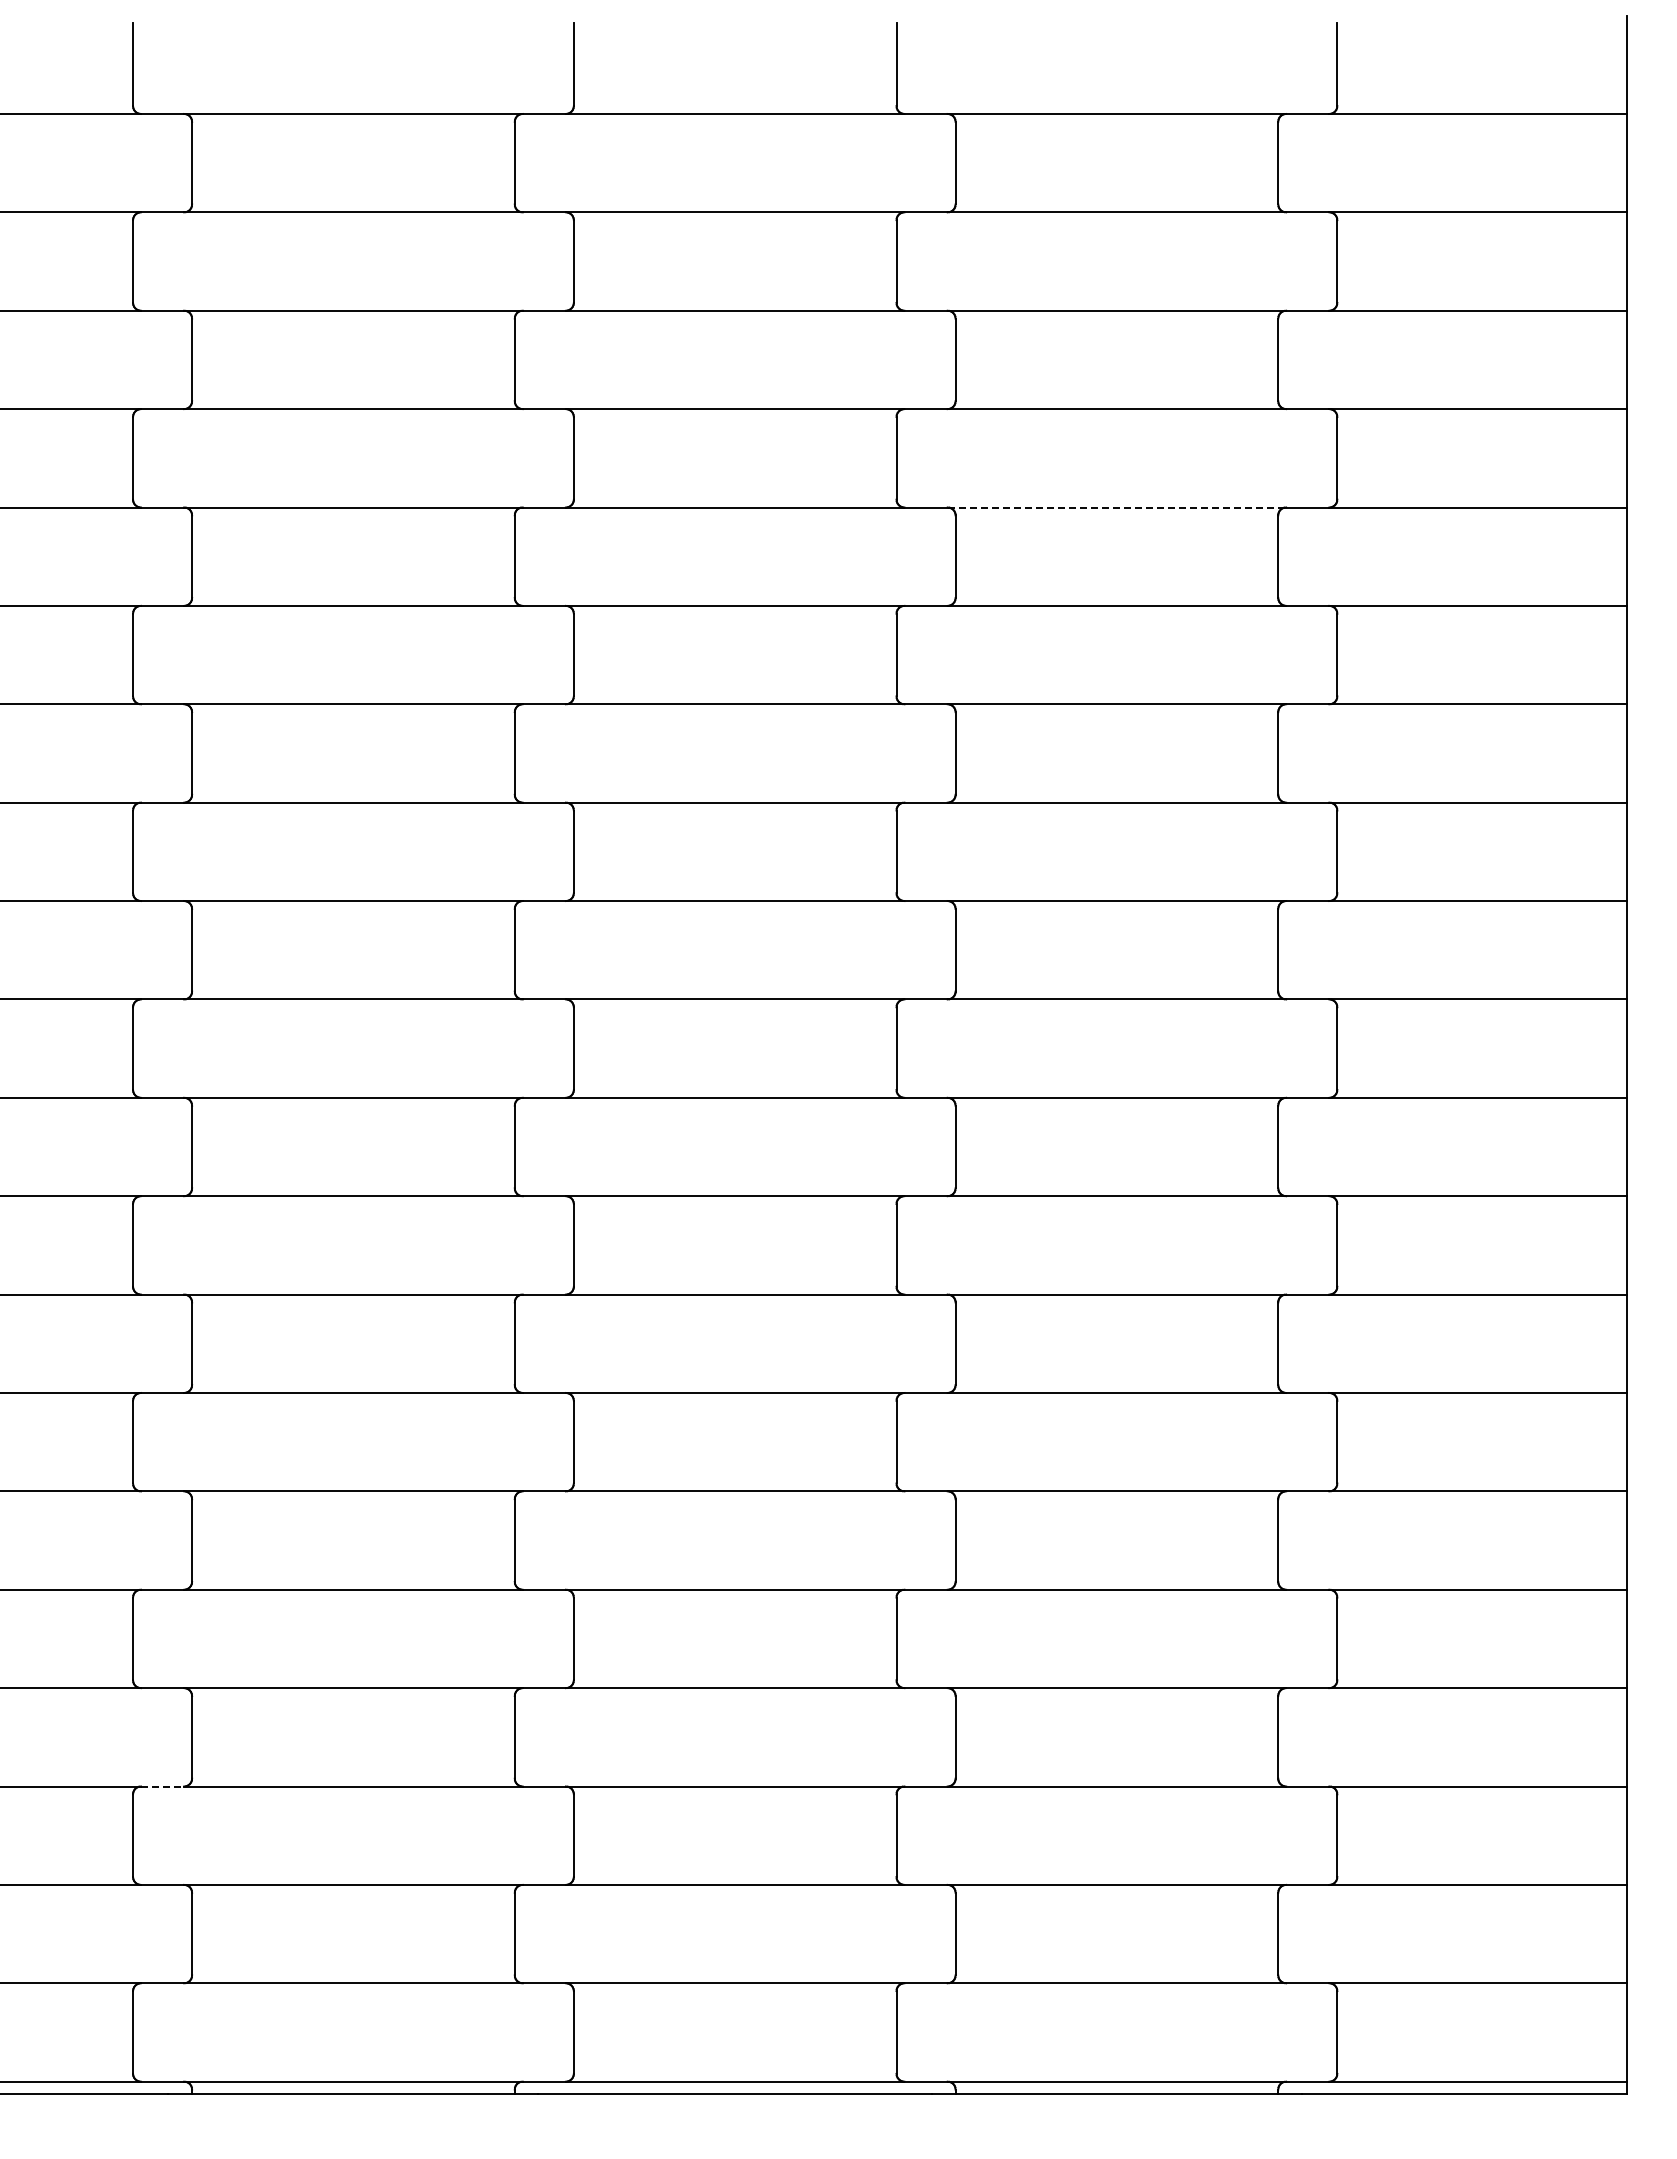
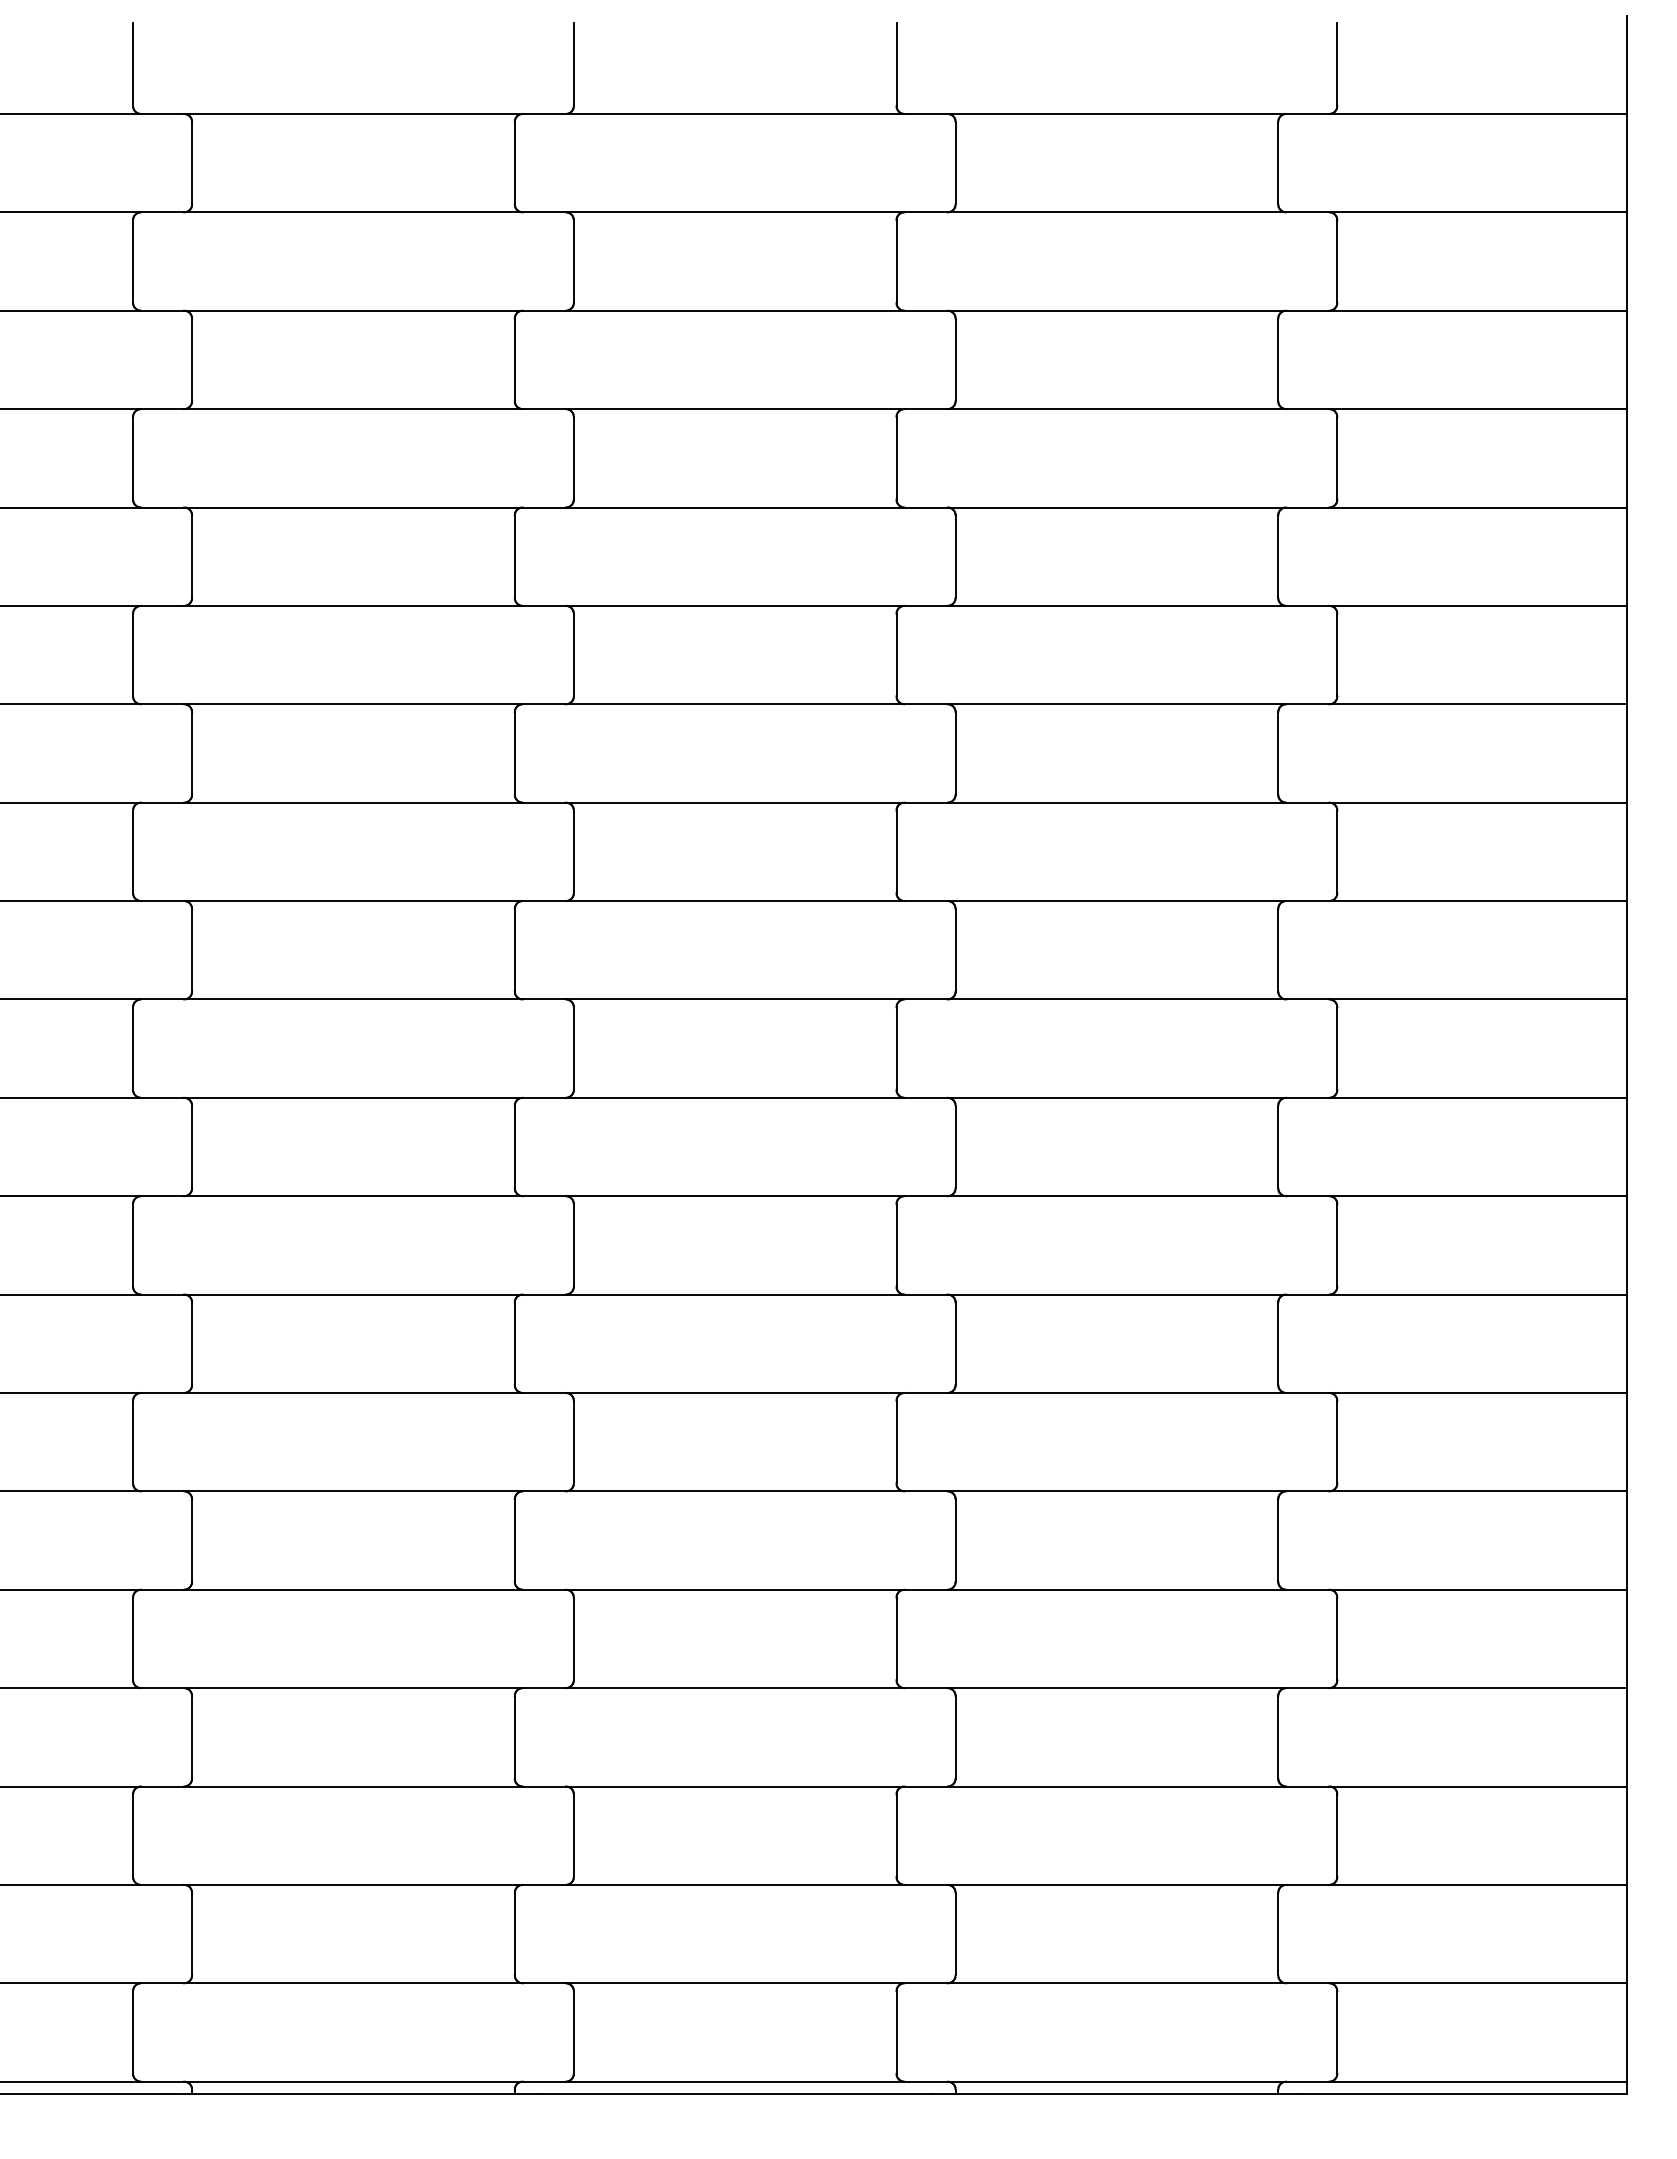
line at (1117, 507): dashed -> solid
line at (162, 1786): dashed -> solid
